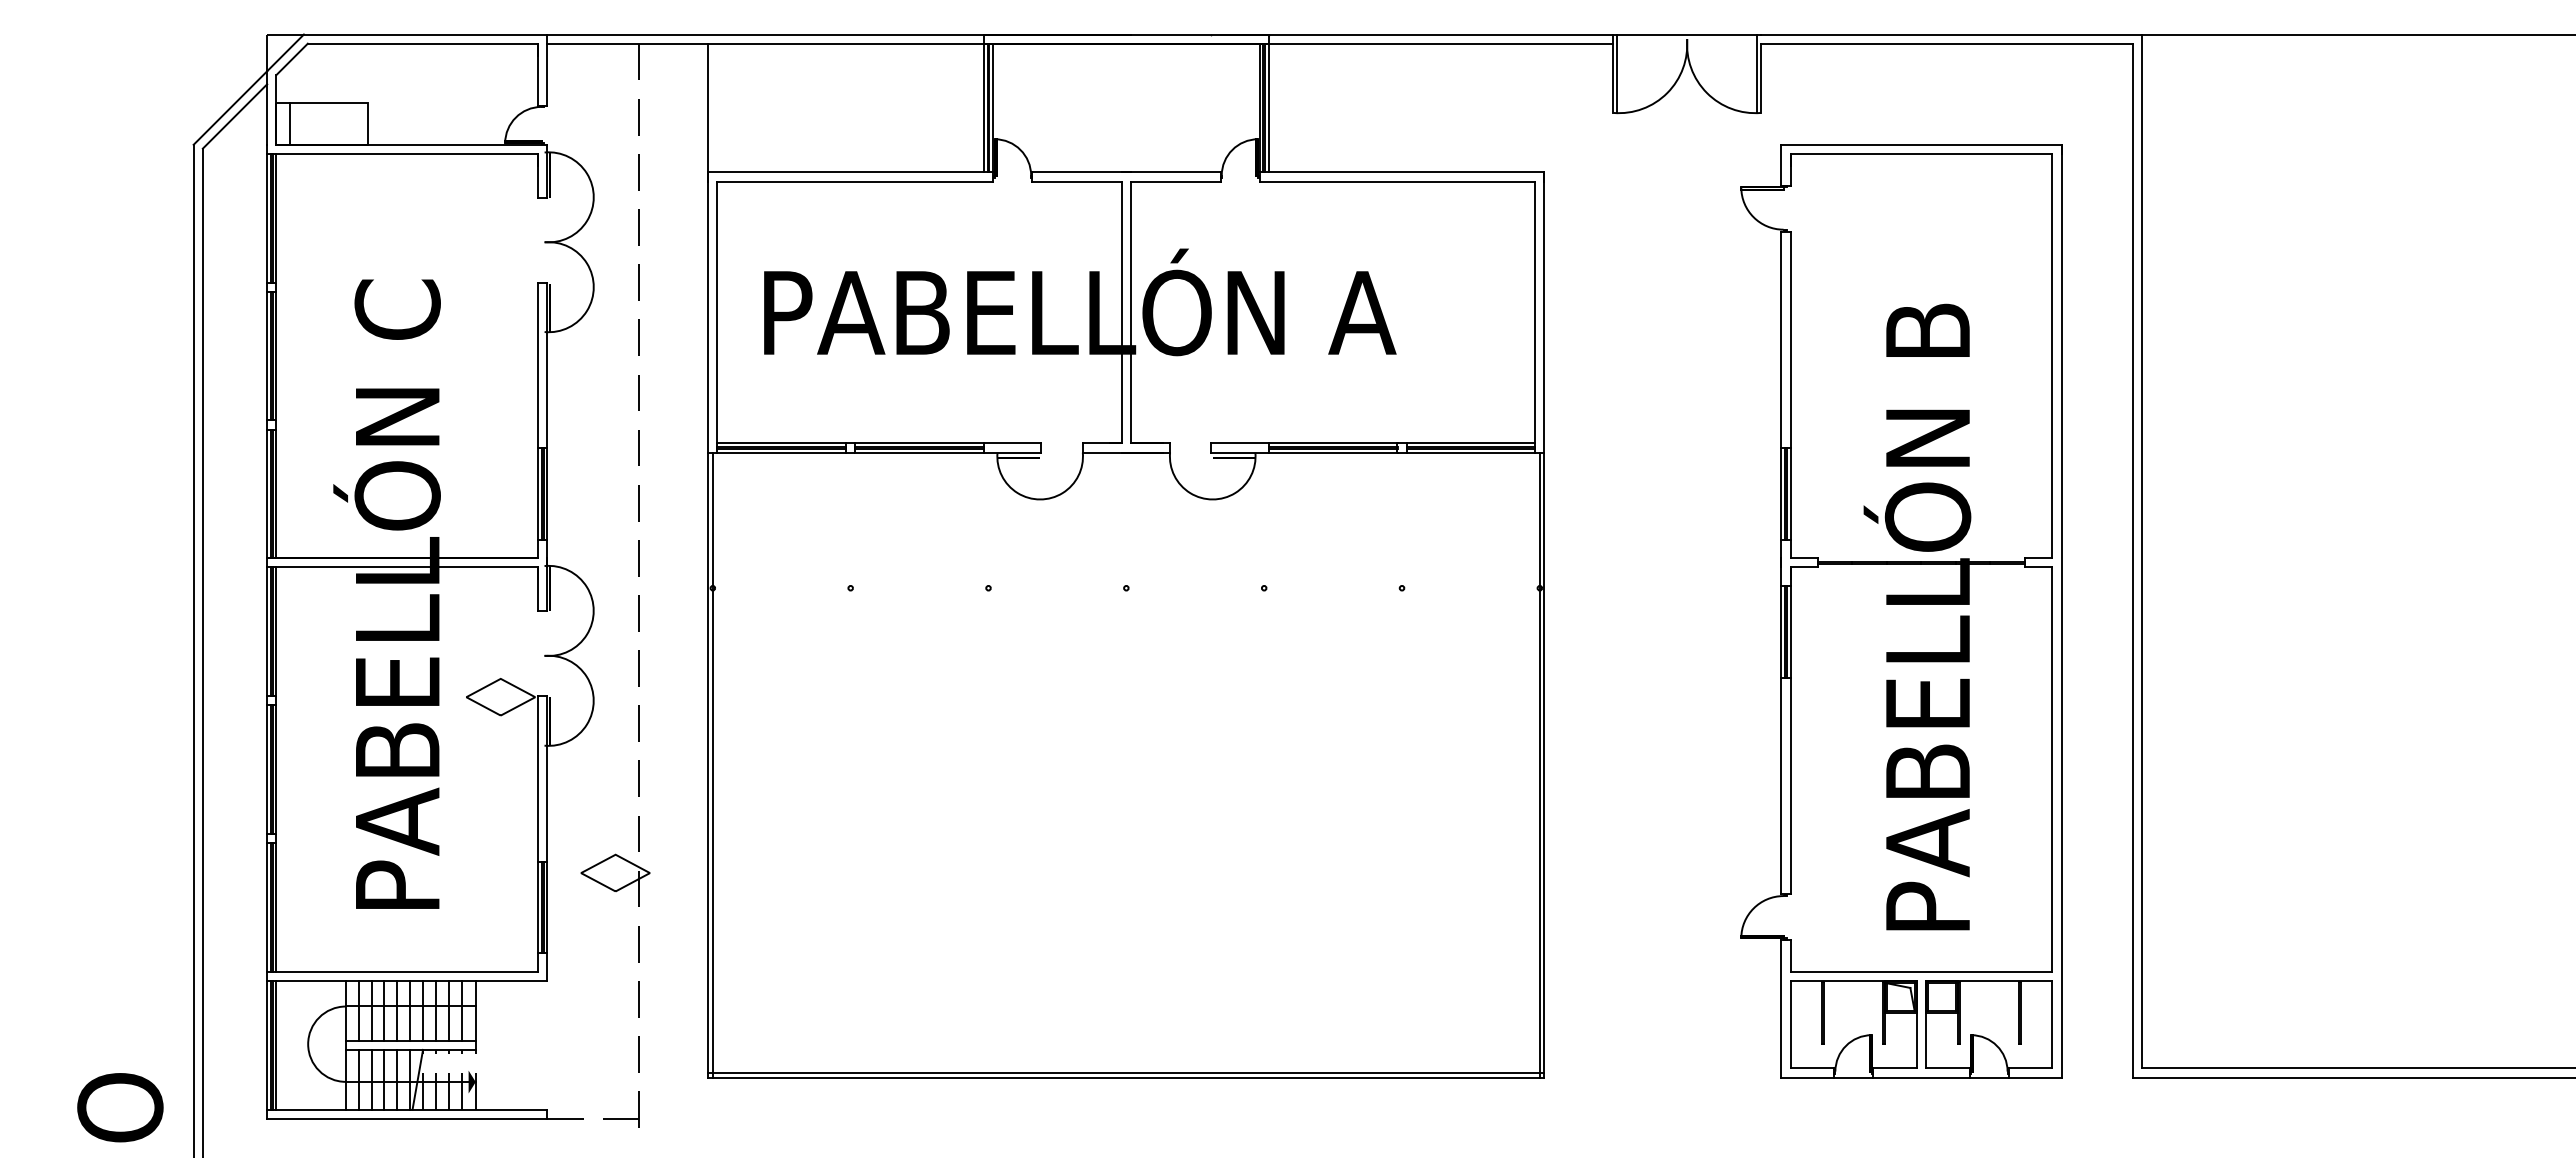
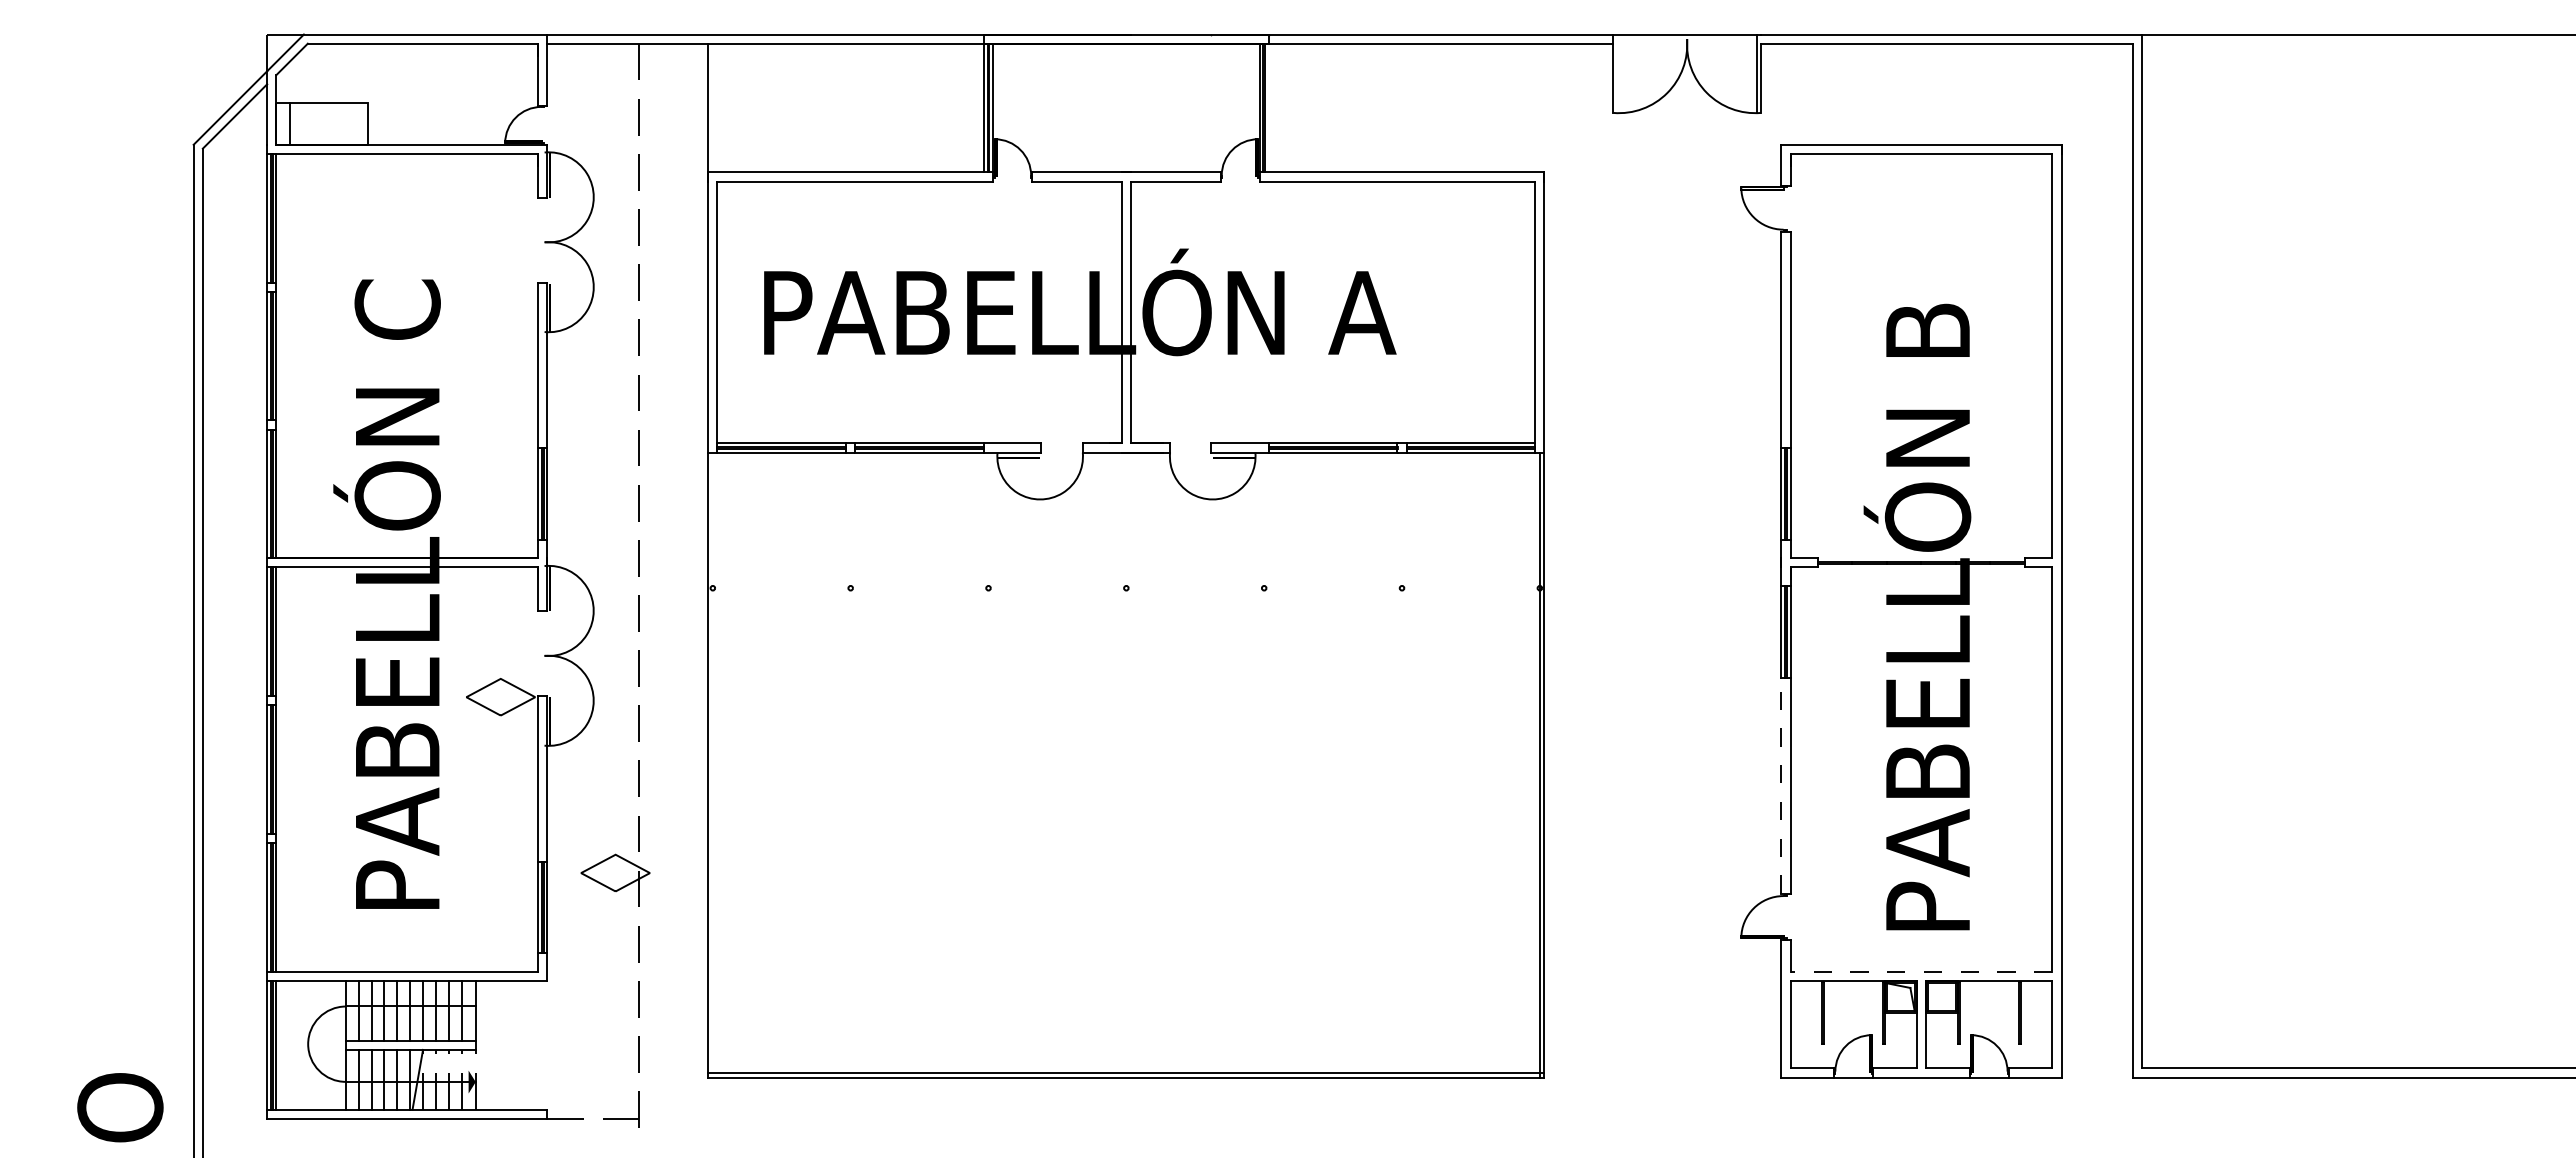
line at (1616, 73): present -> none
line at (1268, 107): present -> none
line at (712, 764): present -> none
line at (1781, 785): solid -> dashed
line at (1921, 971): solid -> dashed
